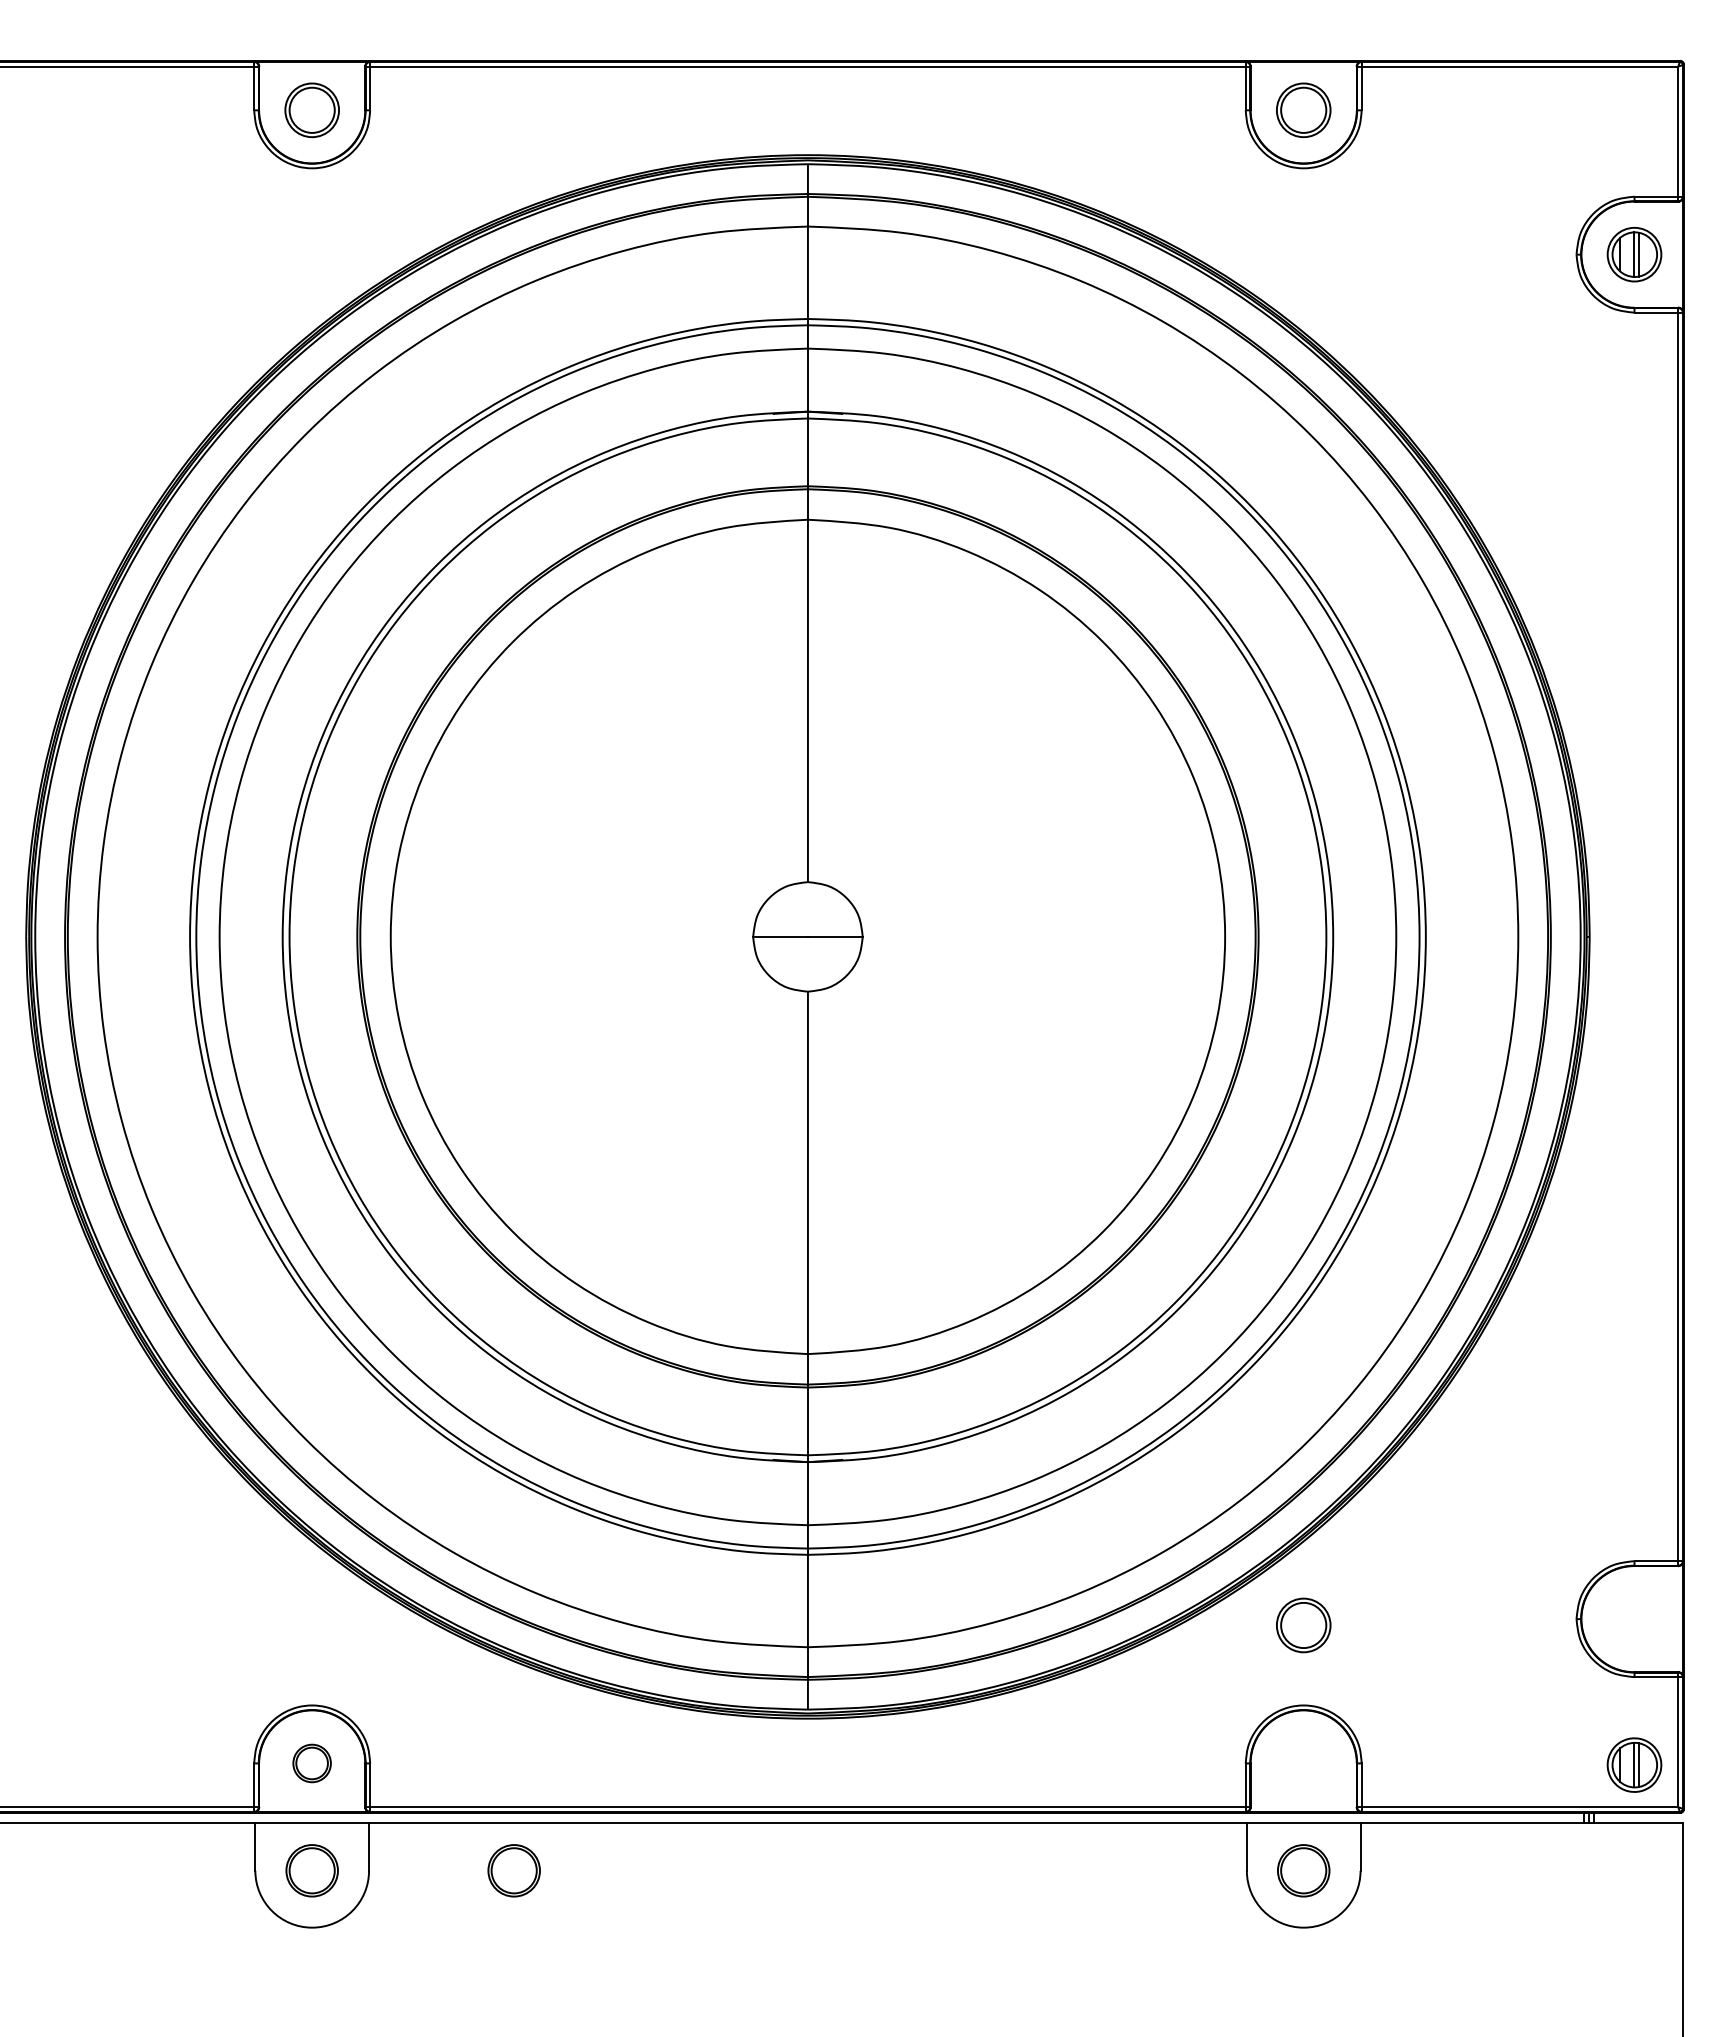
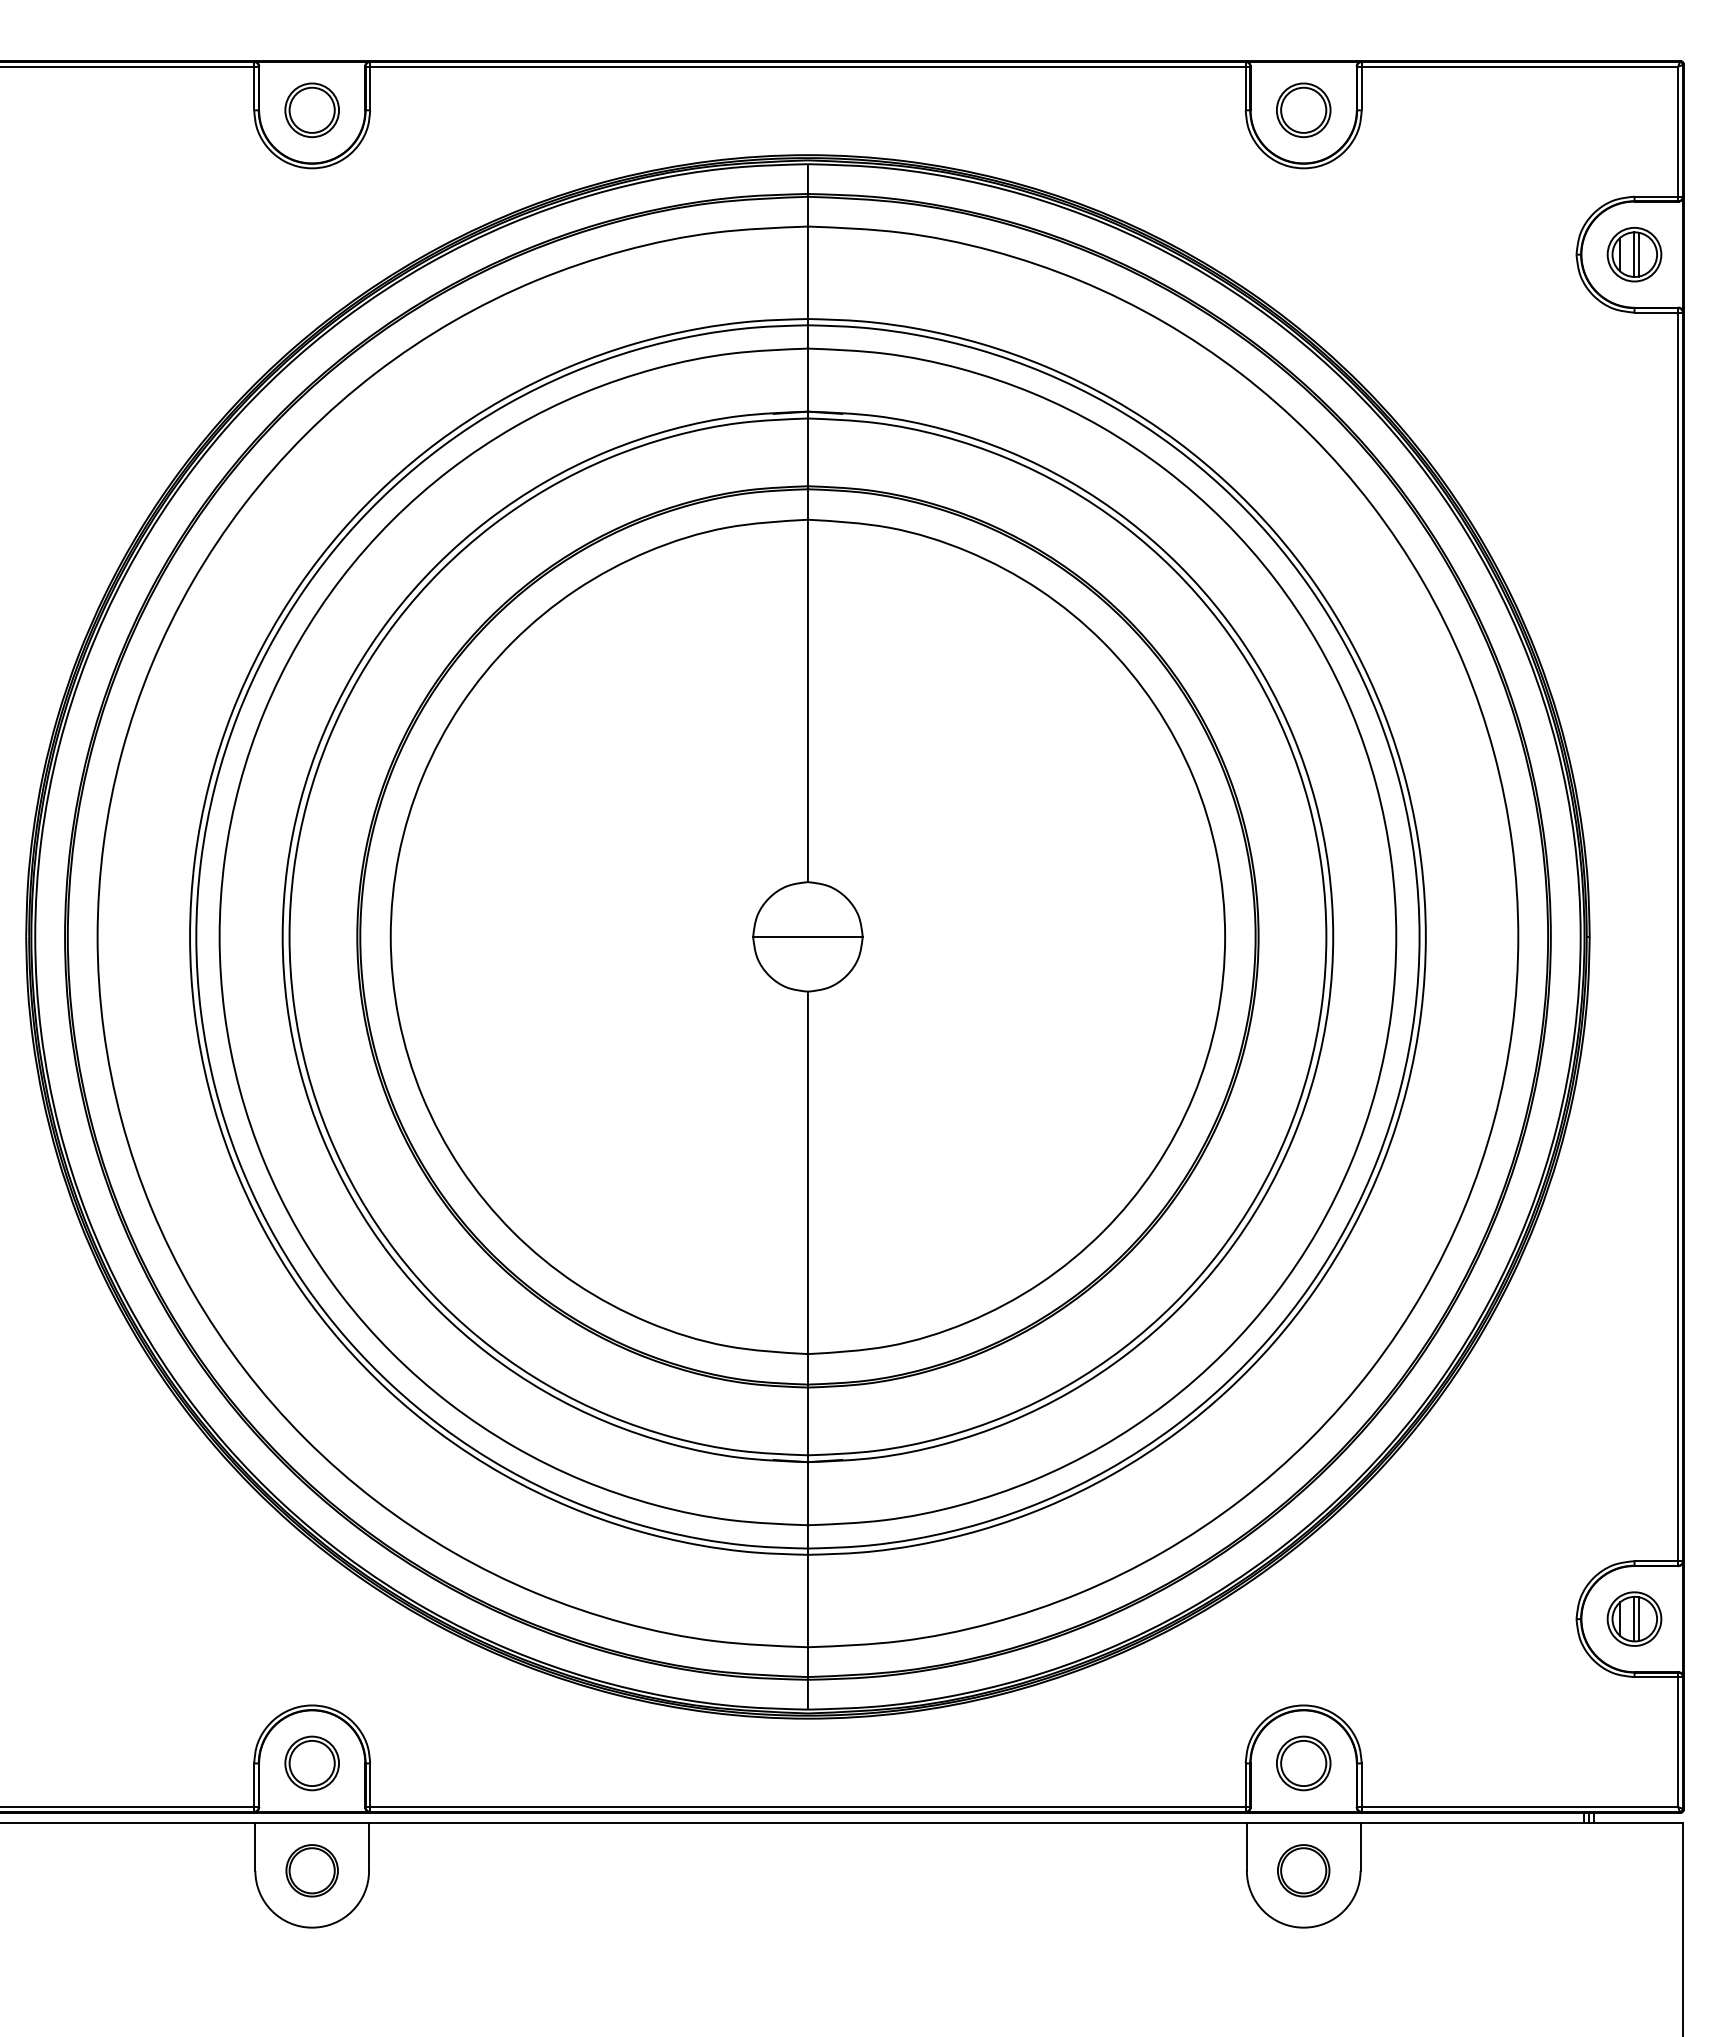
part at (1303, 1625) position: (1303, 1625) -> (1303, 1763)
part at (311, 1763) size: 40x41 px -> 56x57 px
part at (1634, 1764) position: (1634, 1764) -> (1634, 1618)
part at (513, 1870): present -> none
